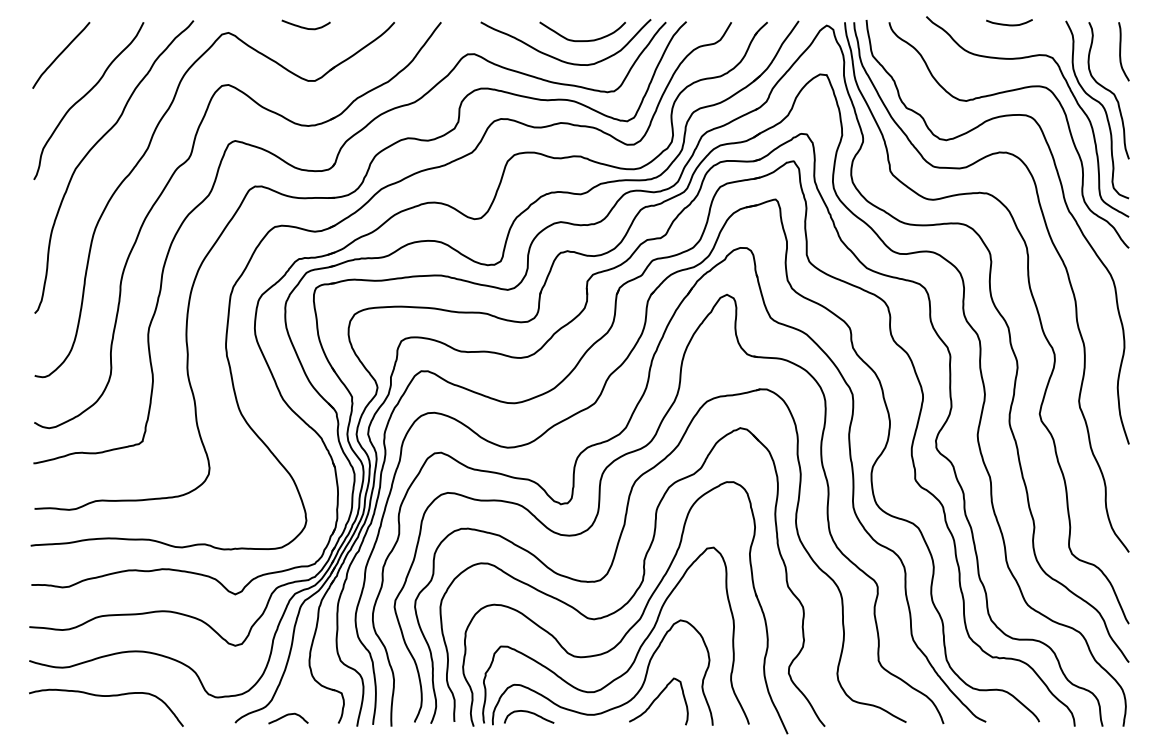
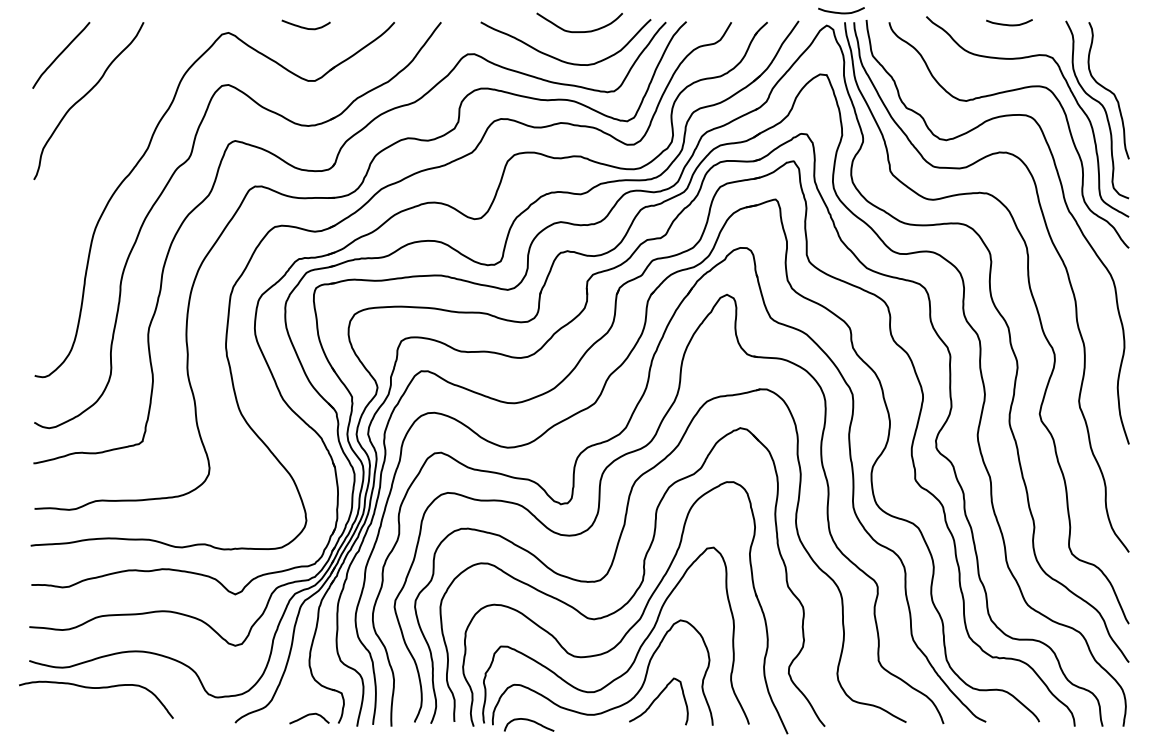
curve at (841, 12): none -> present
curve at (582, 40) position: (582, 40) -> (579, 31)
curve at (1121, 51): present -> none
curve at (92, 149): present -> none
curve at (106, 696) position: (106, 696) -> (96, 688)
curve at (529, 713) position: (529, 713) -> (529, 721)
curve at (286, 716) position: (286, 716) -> (307, 716)
